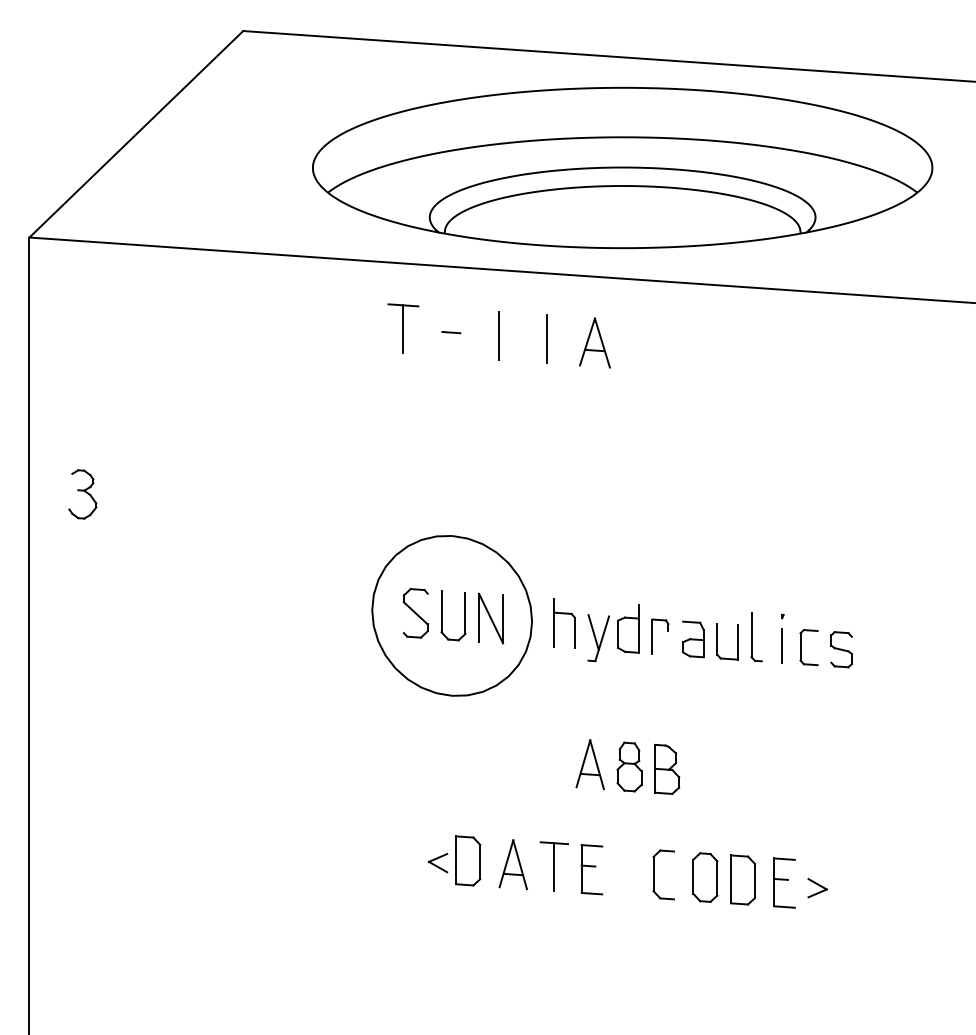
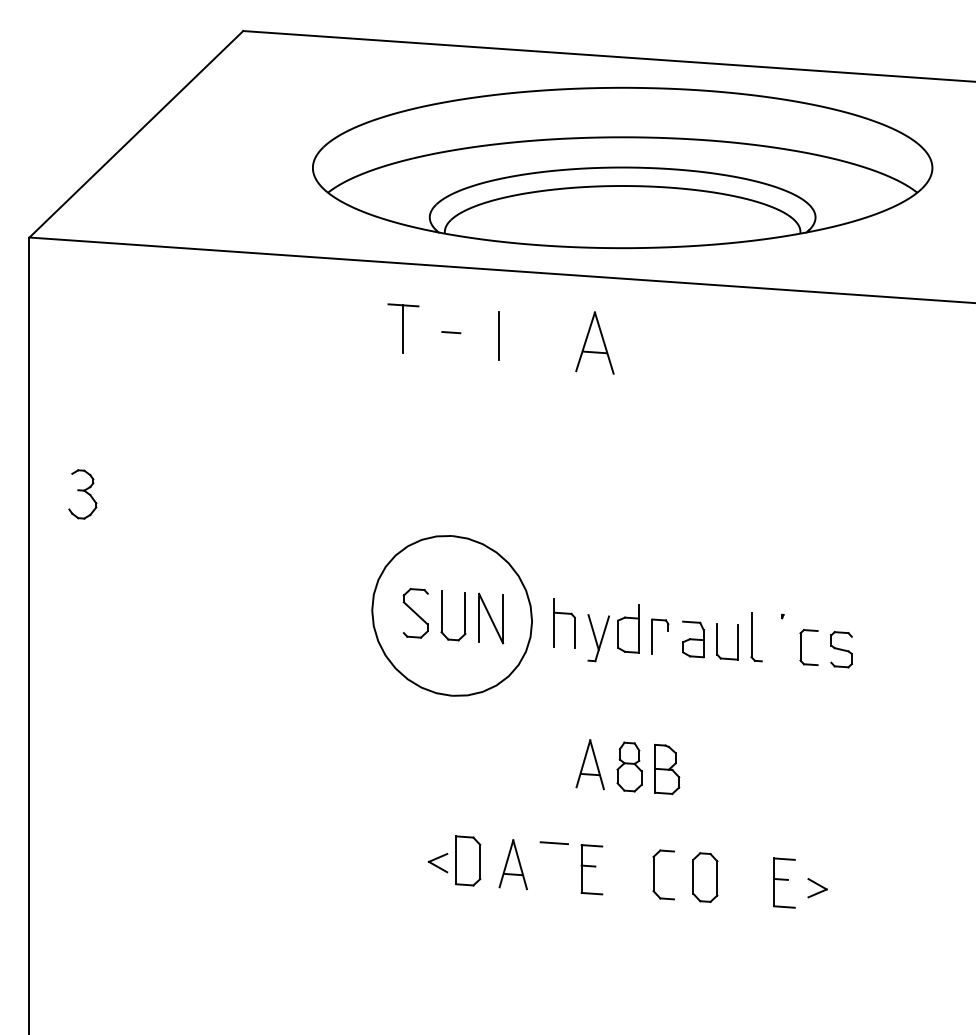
line at (547, 339): present -> none
part at (594, 342) size: 32x52 px -> 40x64 px
line at (782, 645): present -> none
line at (554, 867): present -> none
part at (742, 879): present -> none
